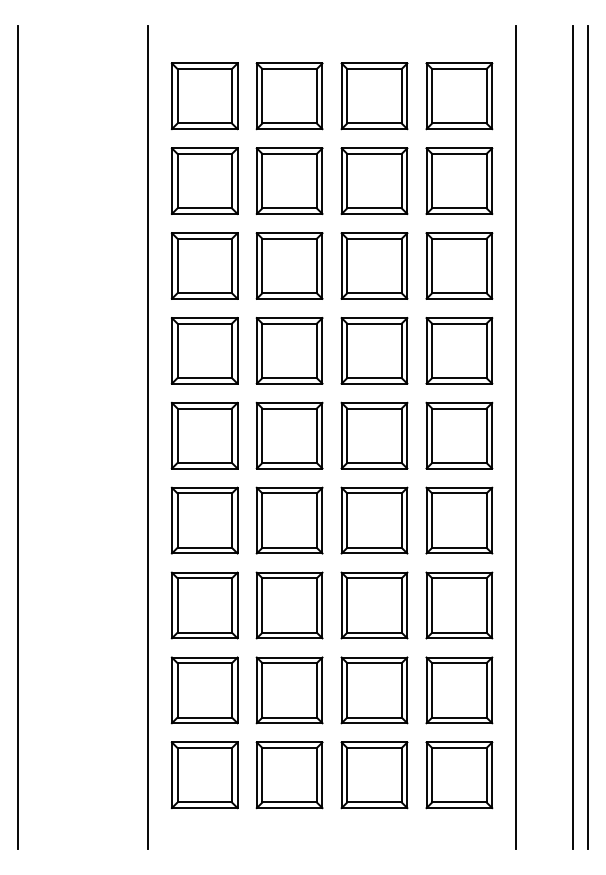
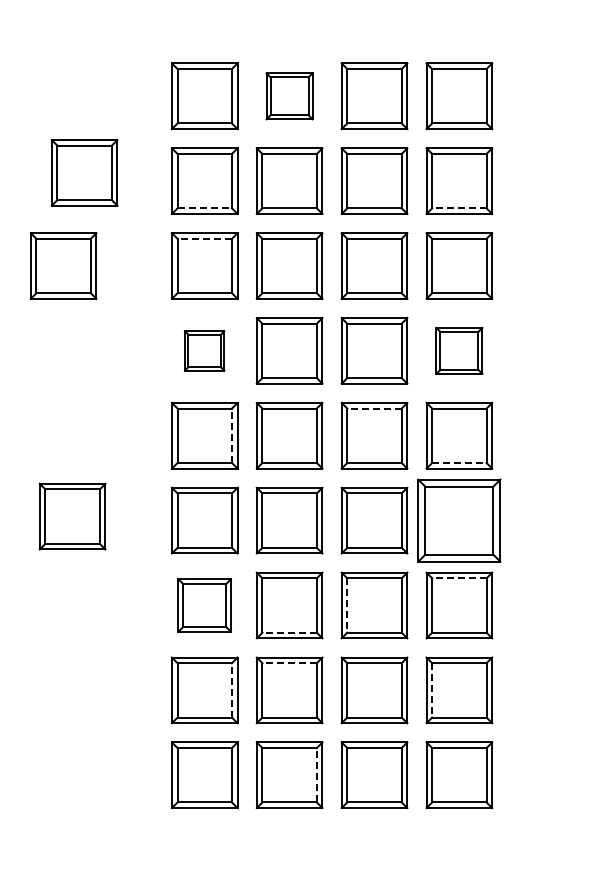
part at (289, 96) size: 69x69 px -> 49x49 px
part at (84, 172): none -> present
line at (205, 208): solid -> dashed
line at (458, 208): solid -> dashed
line at (204, 238): solid -> dashed
part at (63, 265): none -> present
part at (204, 350) size: 69x68 px -> 43x42 px
part at (459, 350) size: 69x68 px -> 49x49 px
line at (374, 408): solid -> dashed
line at (231, 435): solid -> dashed
line at (18, 437): present -> none
line at (148, 437): present -> none
line at (515, 437): present -> none
line at (572, 437): present -> none
line at (587, 437): present -> none
line at (459, 462): solid -> dashed
part at (72, 516): none -> present
part at (459, 520) size: 69x69 px -> 85x85 px
line at (458, 578): solid -> dashed
part at (204, 605) size: 69x69 px -> 55x55 px
line at (347, 606): solid -> dashed
line at (289, 632): solid -> dashed
line at (289, 663): solid -> dashed
line at (231, 689): solid -> dashed
line at (432, 690): solid -> dashed
line at (316, 774): solid -> dashed
